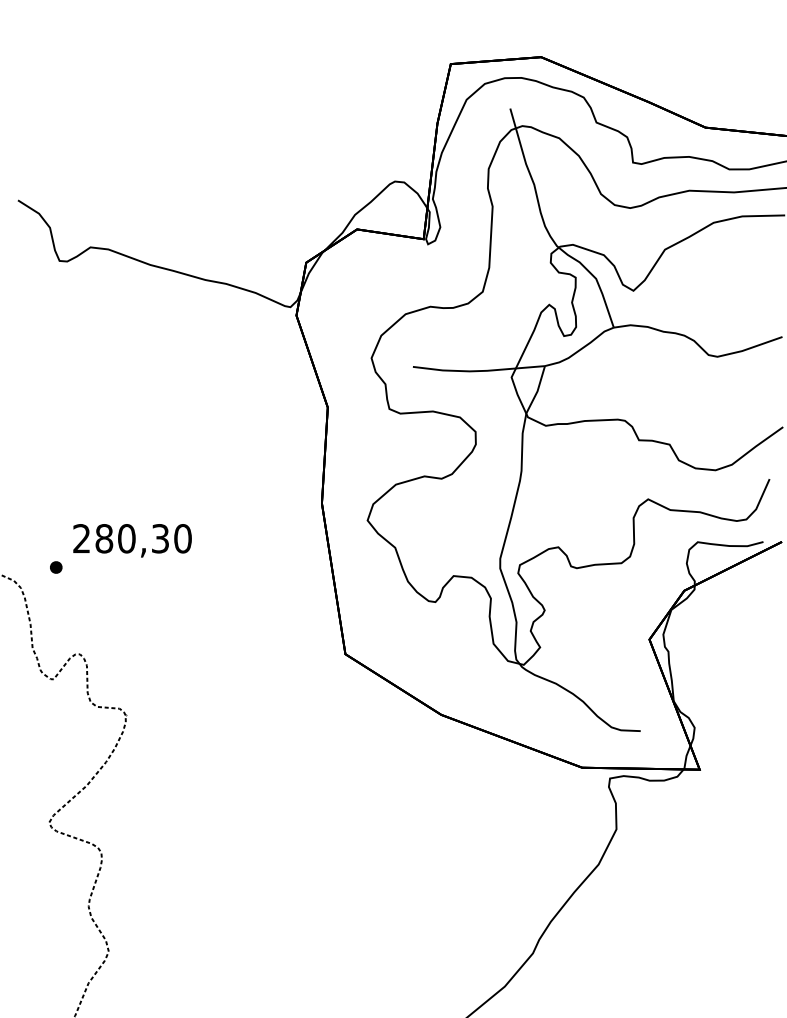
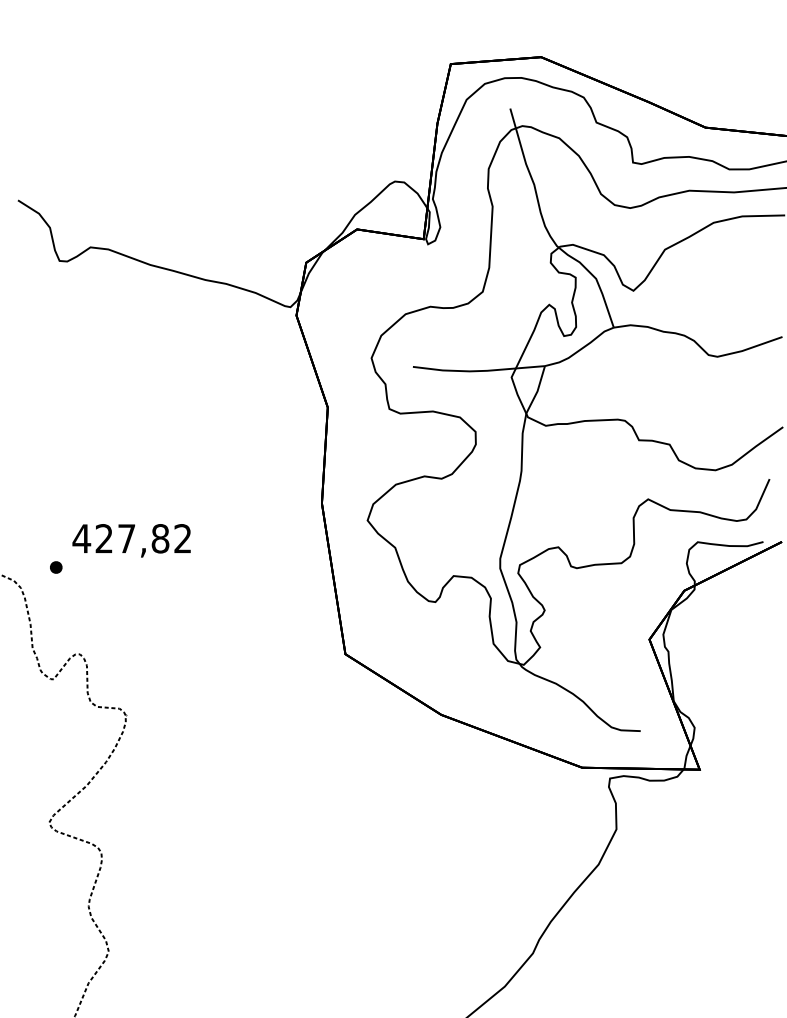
text at (131, 538): 280,30 -> 427,82
